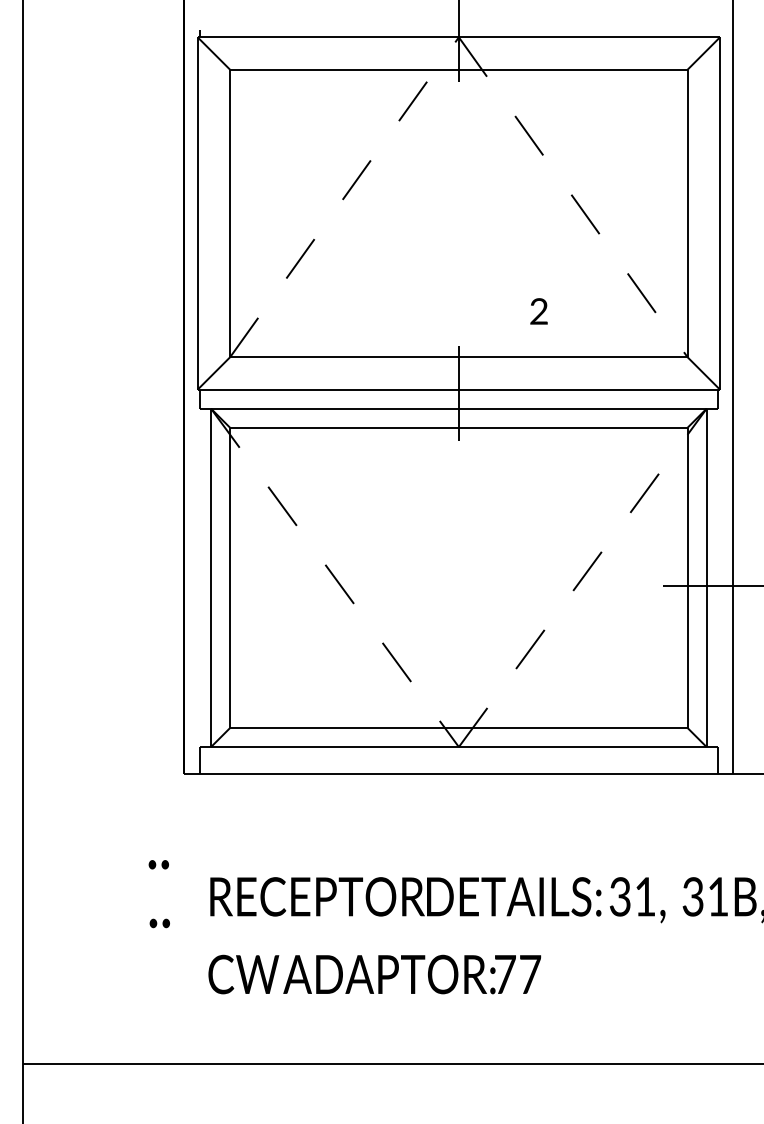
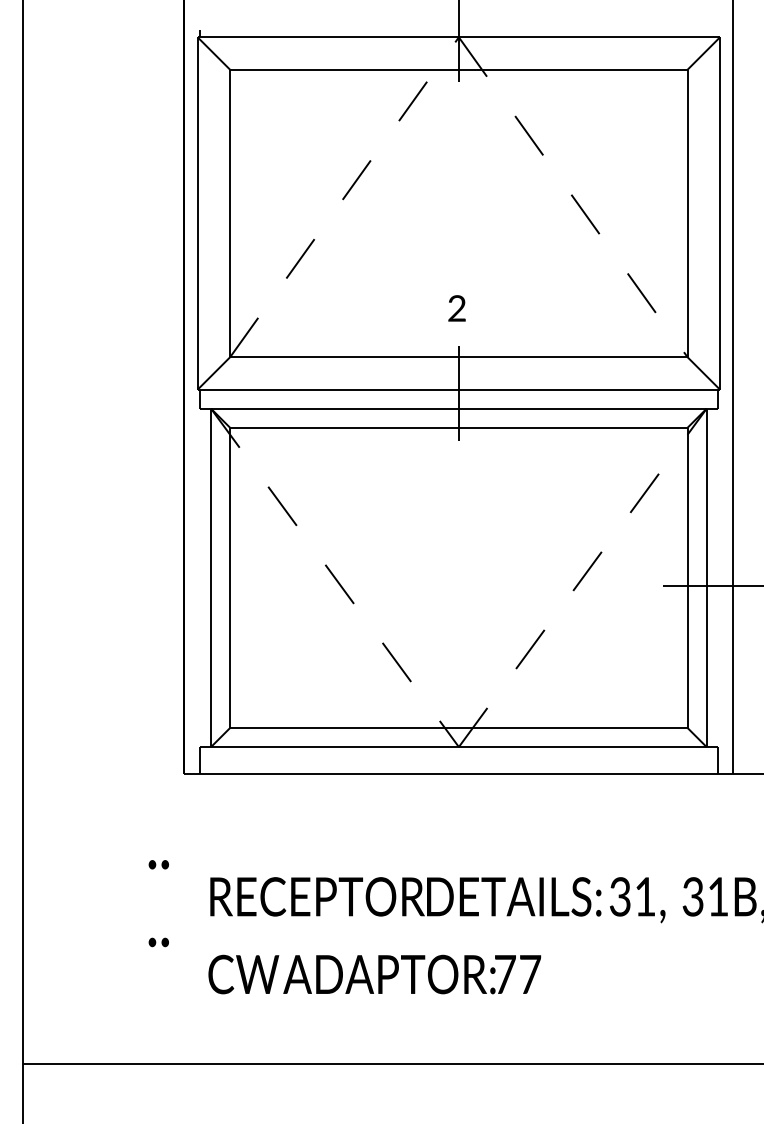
text at (538, 311) position: (538, 311) -> (456, 308)
text at (159, 923) position: (159, 923) -> (158, 942)
